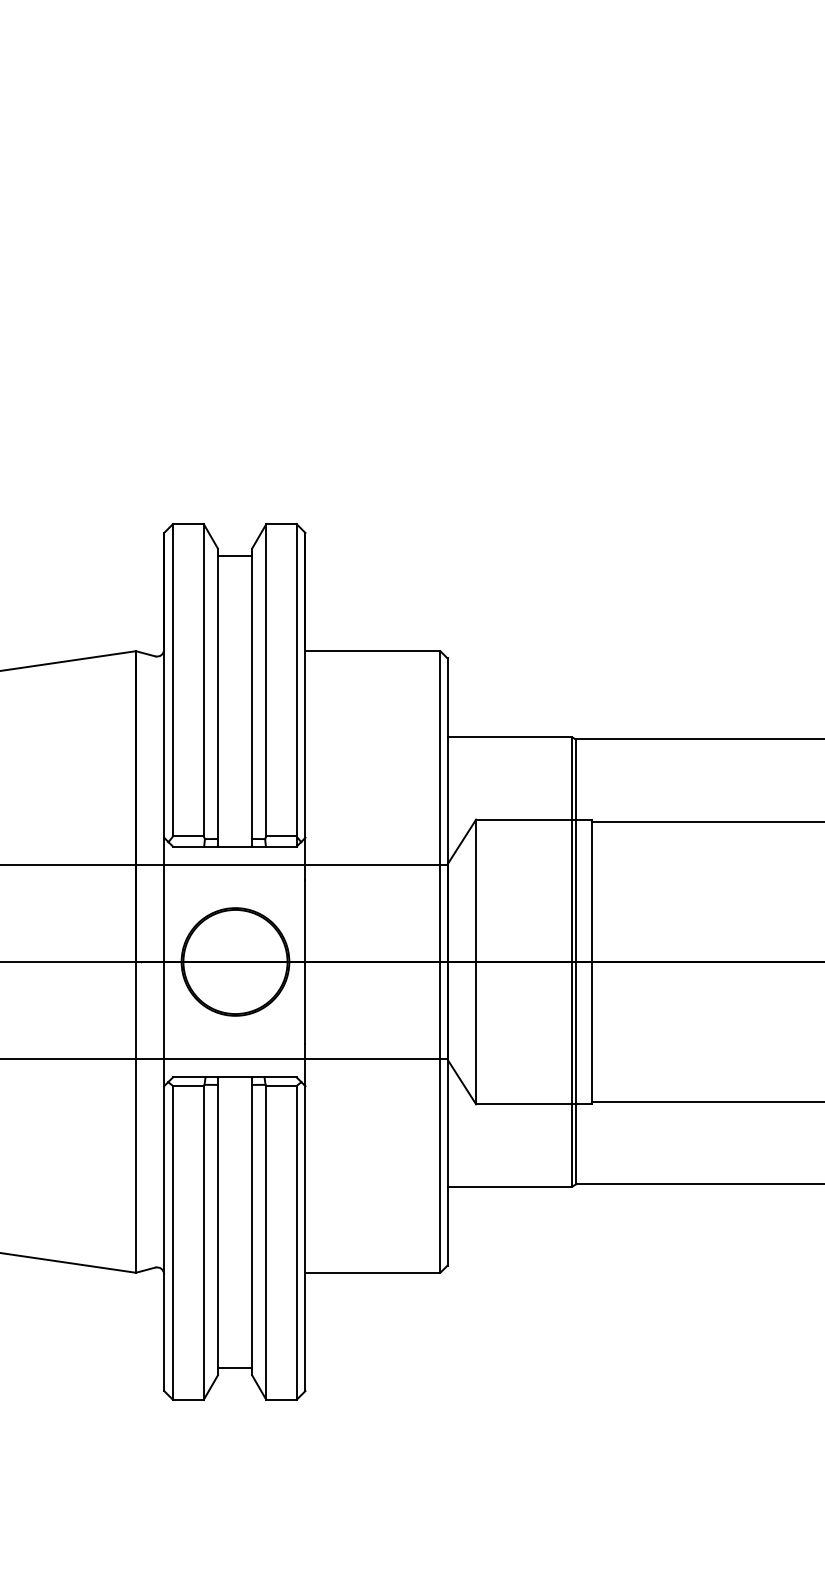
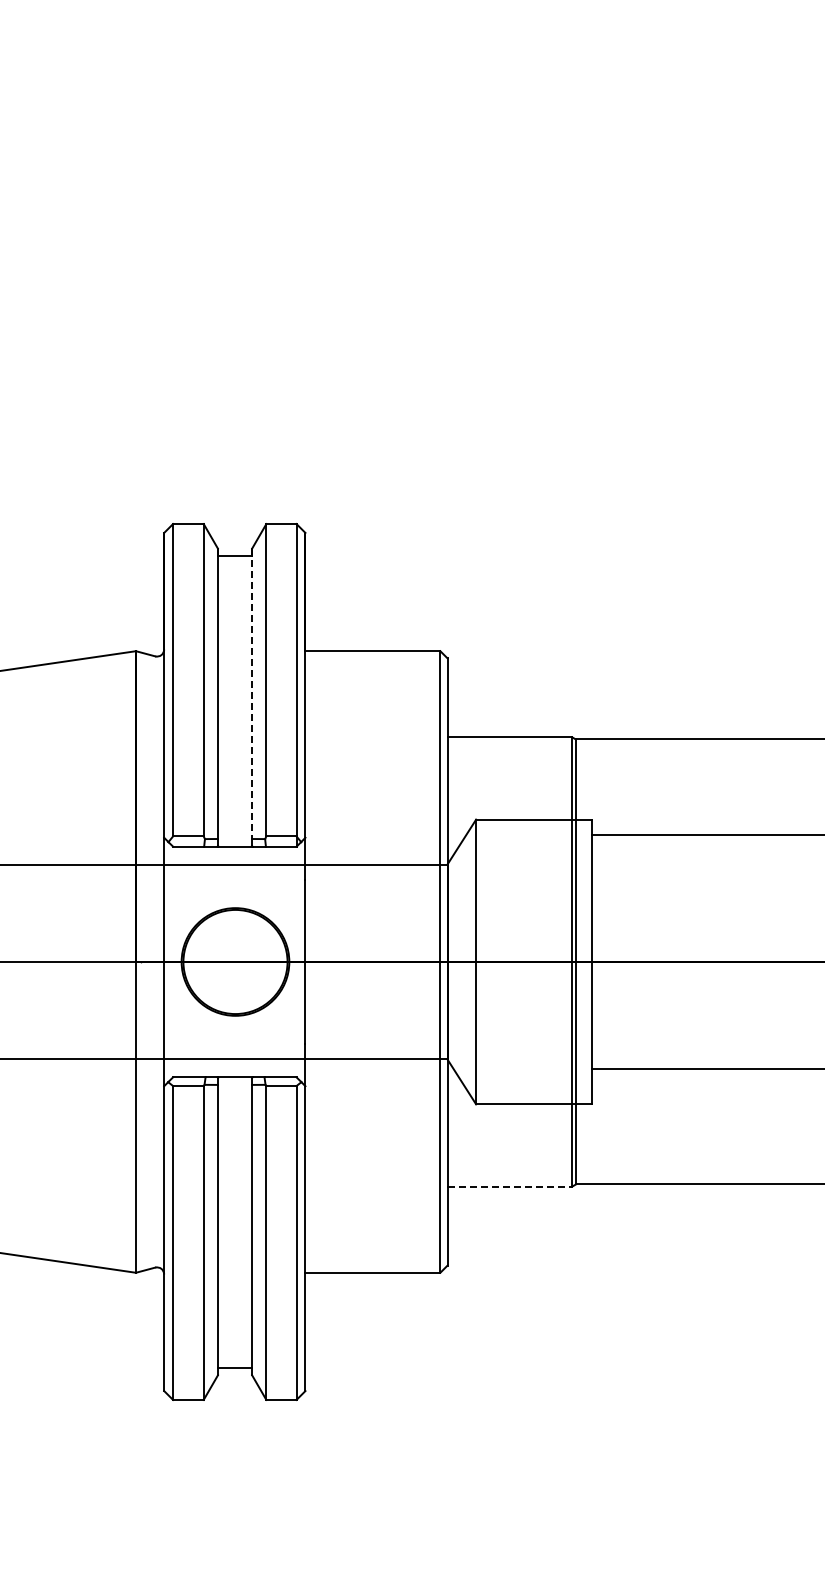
line at (252, 694): solid -> dashed
line at (706, 822) position: (706, 822) -> (706, 835)
line at (706, 1101) position: (706, 1101) -> (706, 1068)
line at (510, 1186): solid -> dashed
